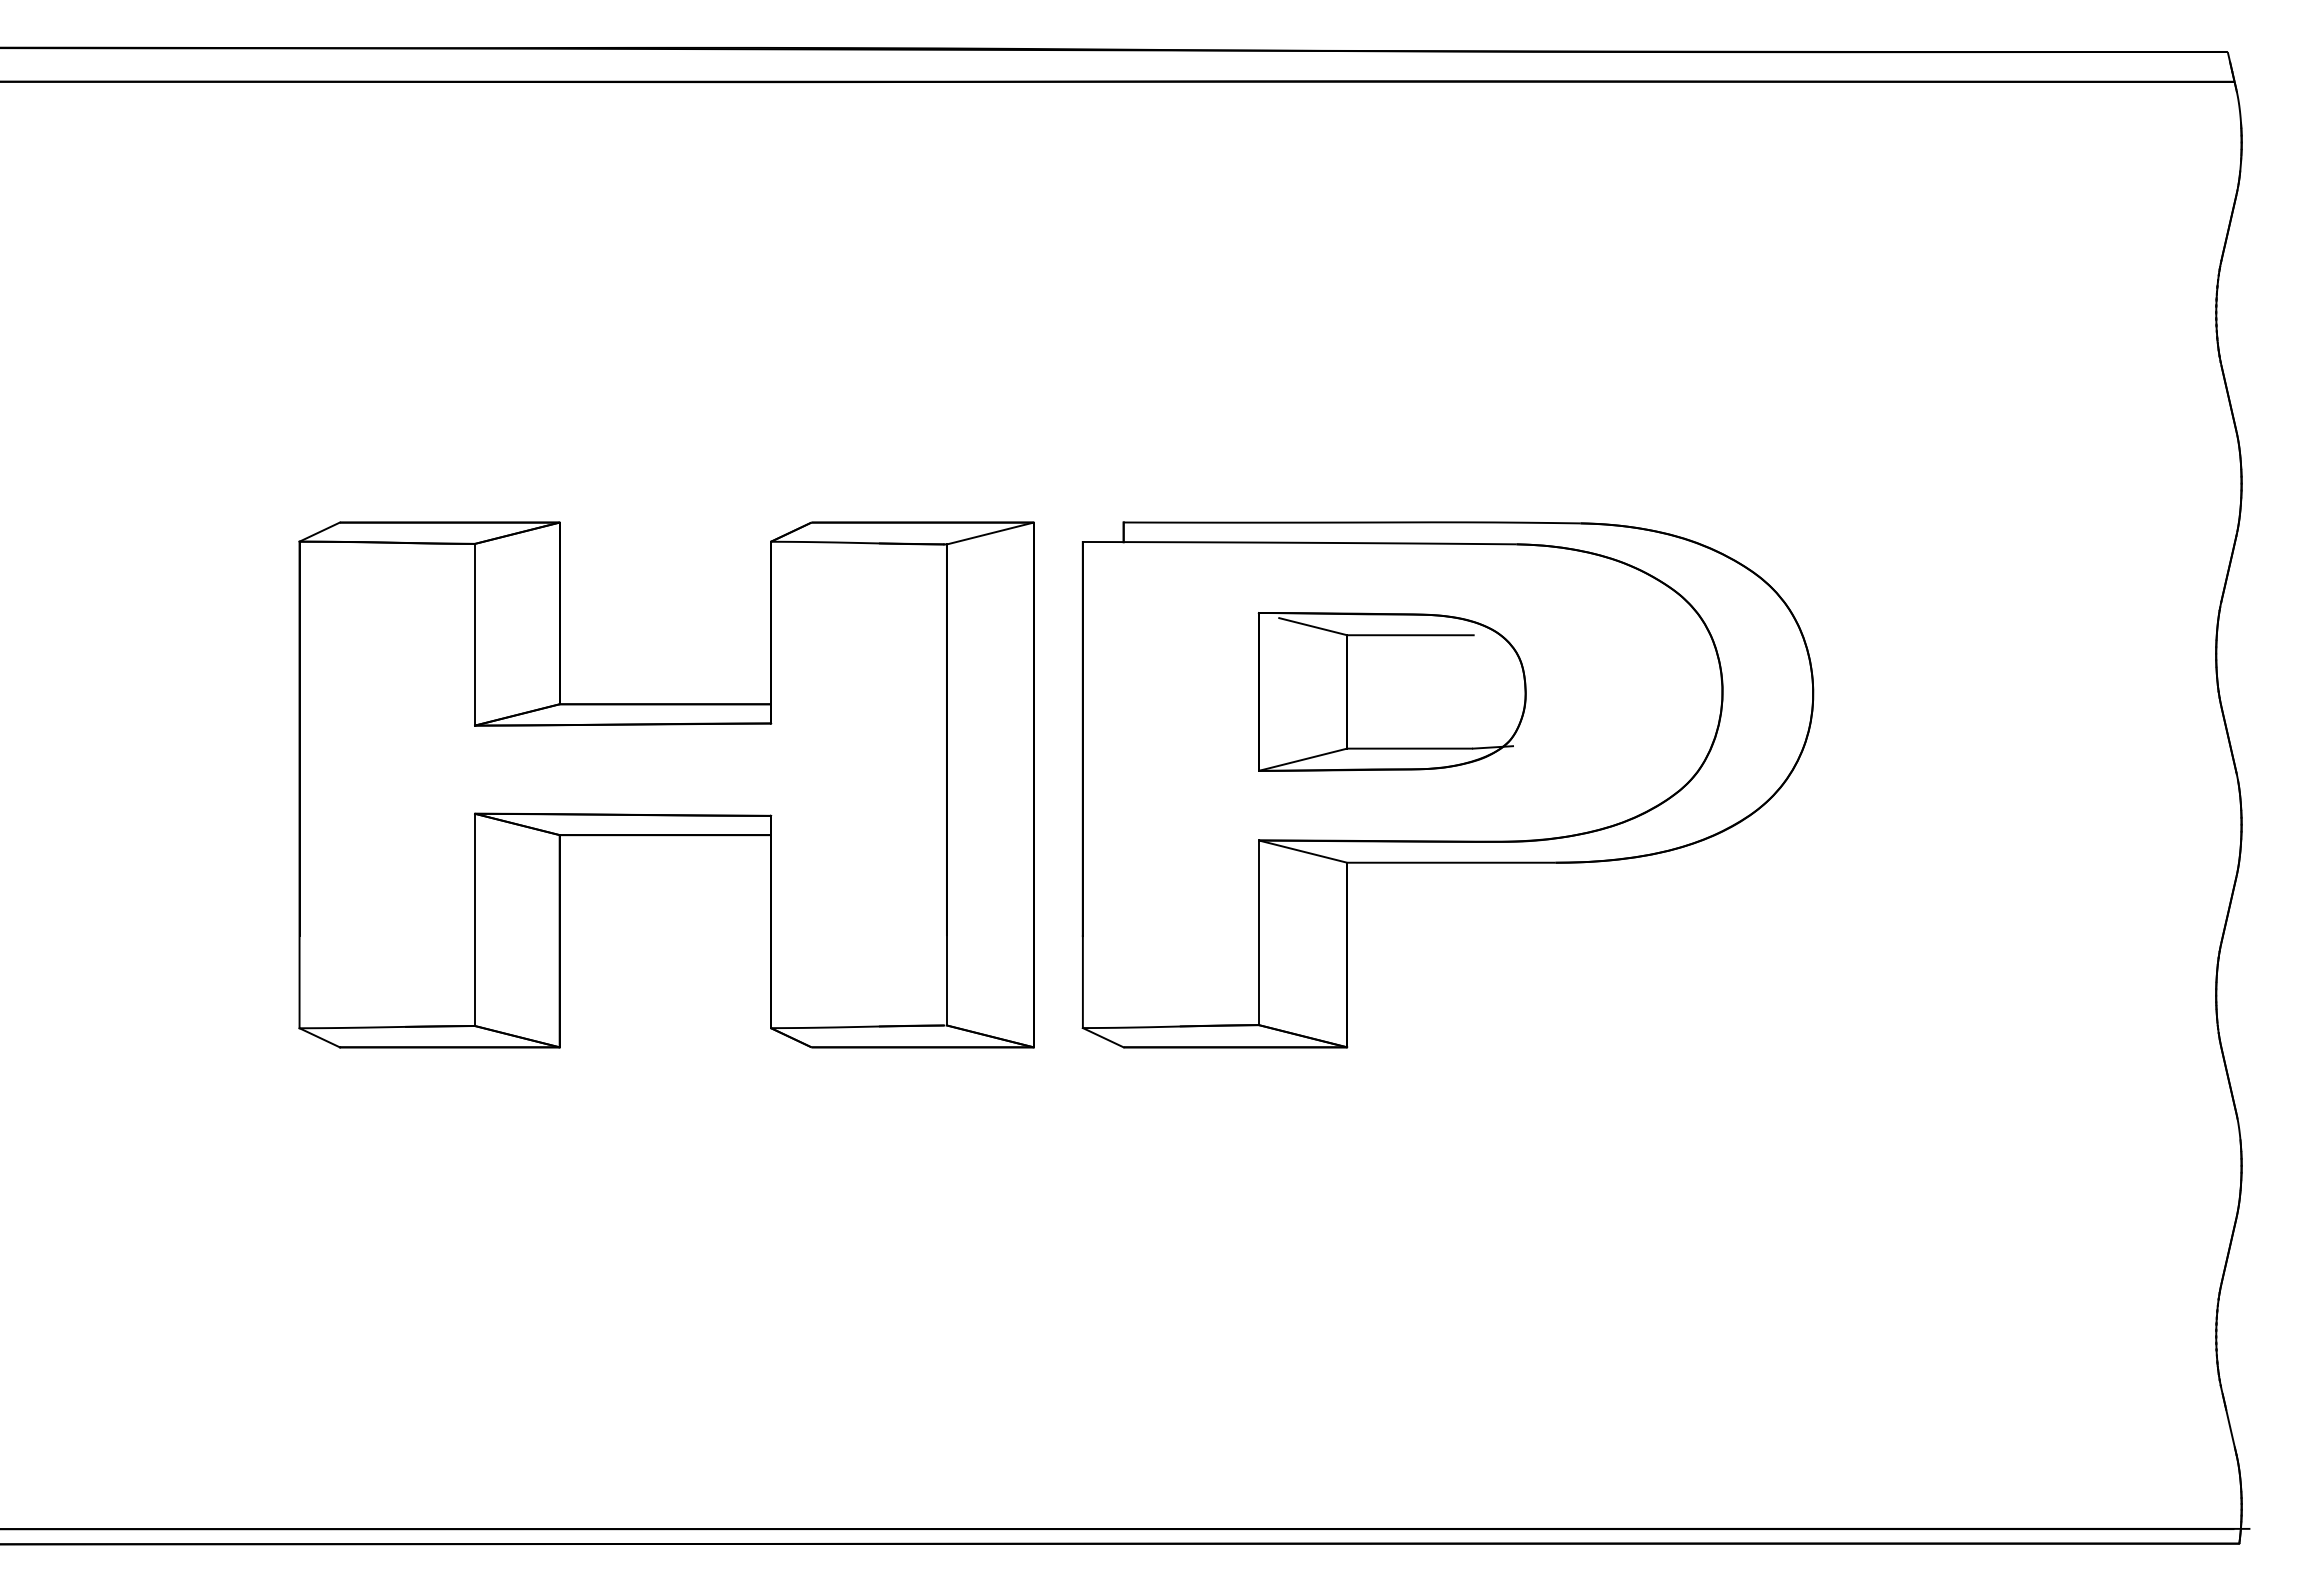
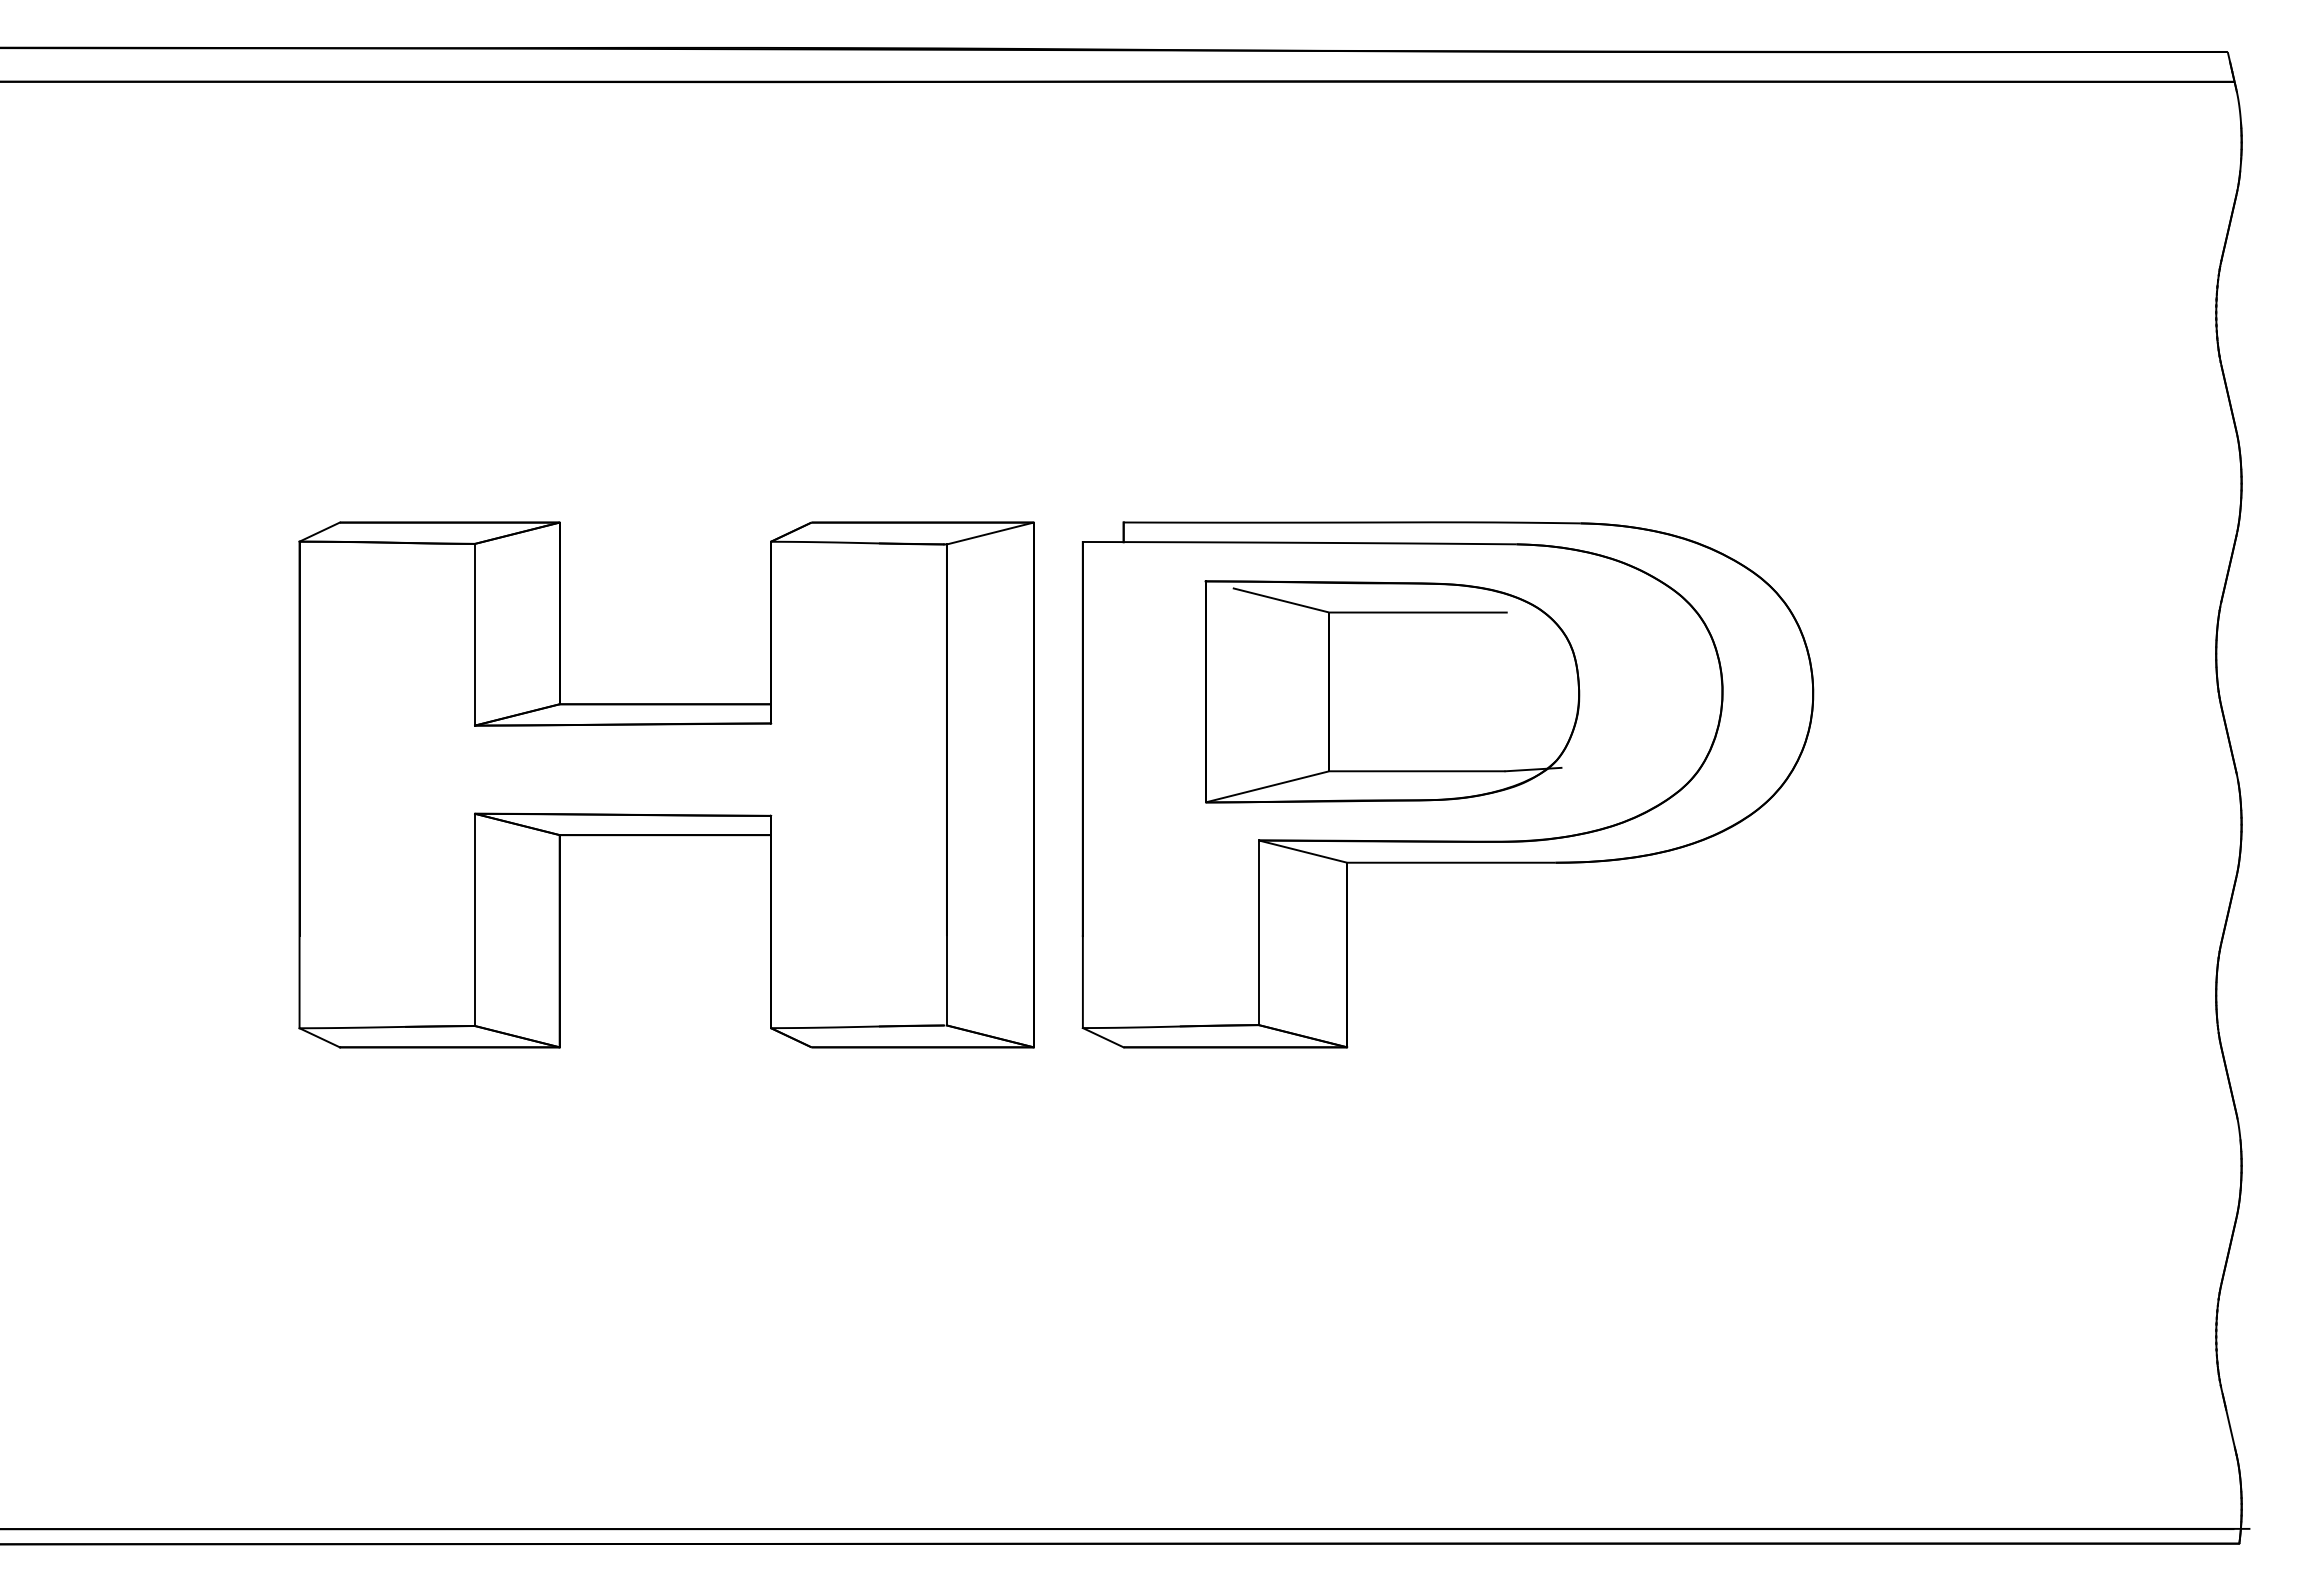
part at (1391, 691) size: 270x160 px -> 377x224 px
